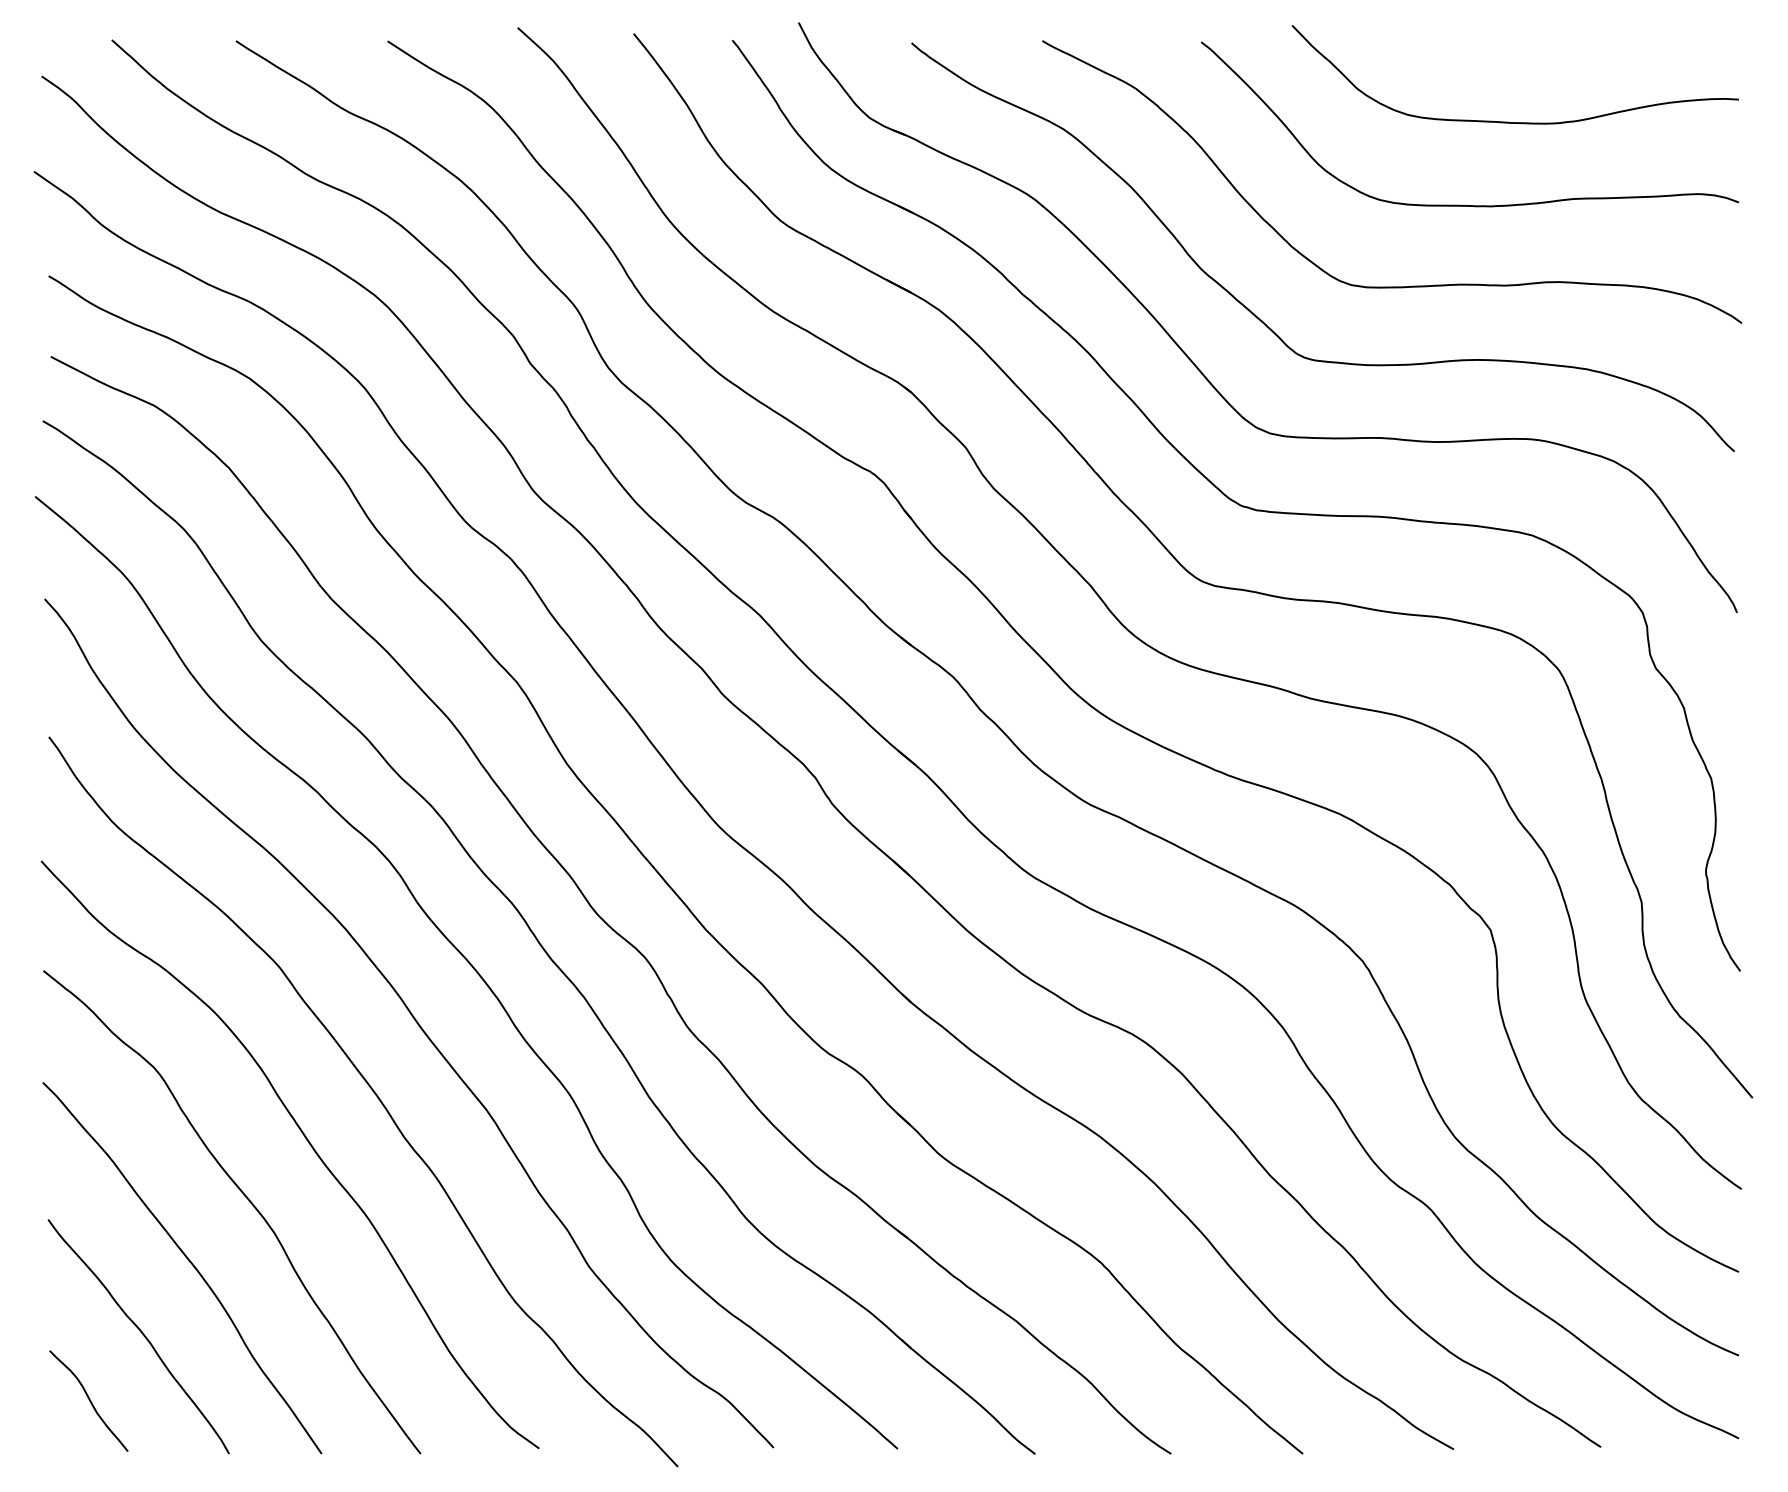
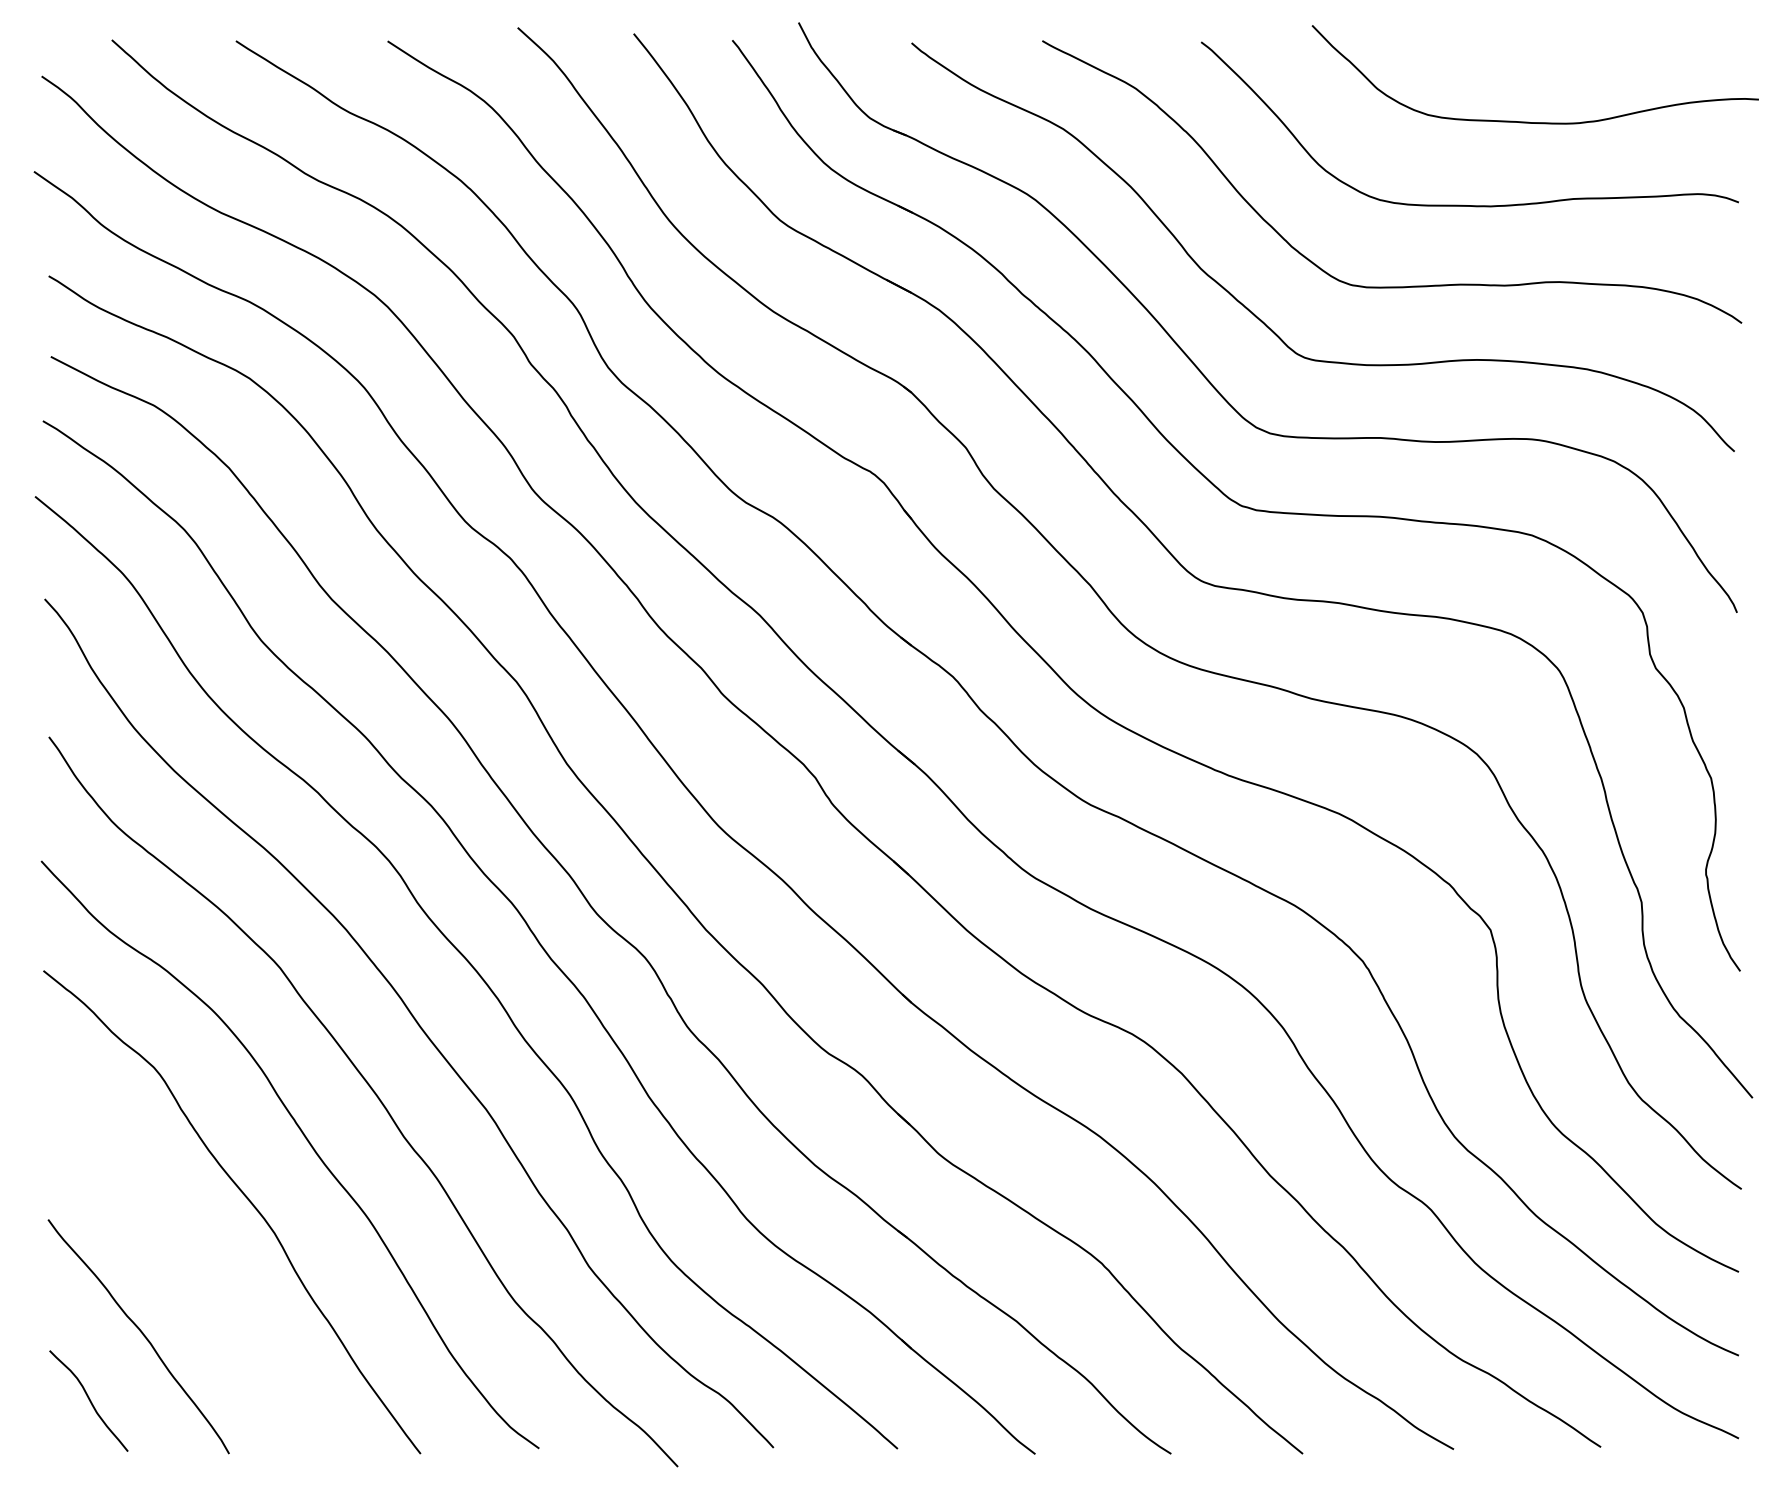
curve at (1508, 121) position: (1508, 121) -> (1528, 121)
curve at (188, 1261): present -> none
